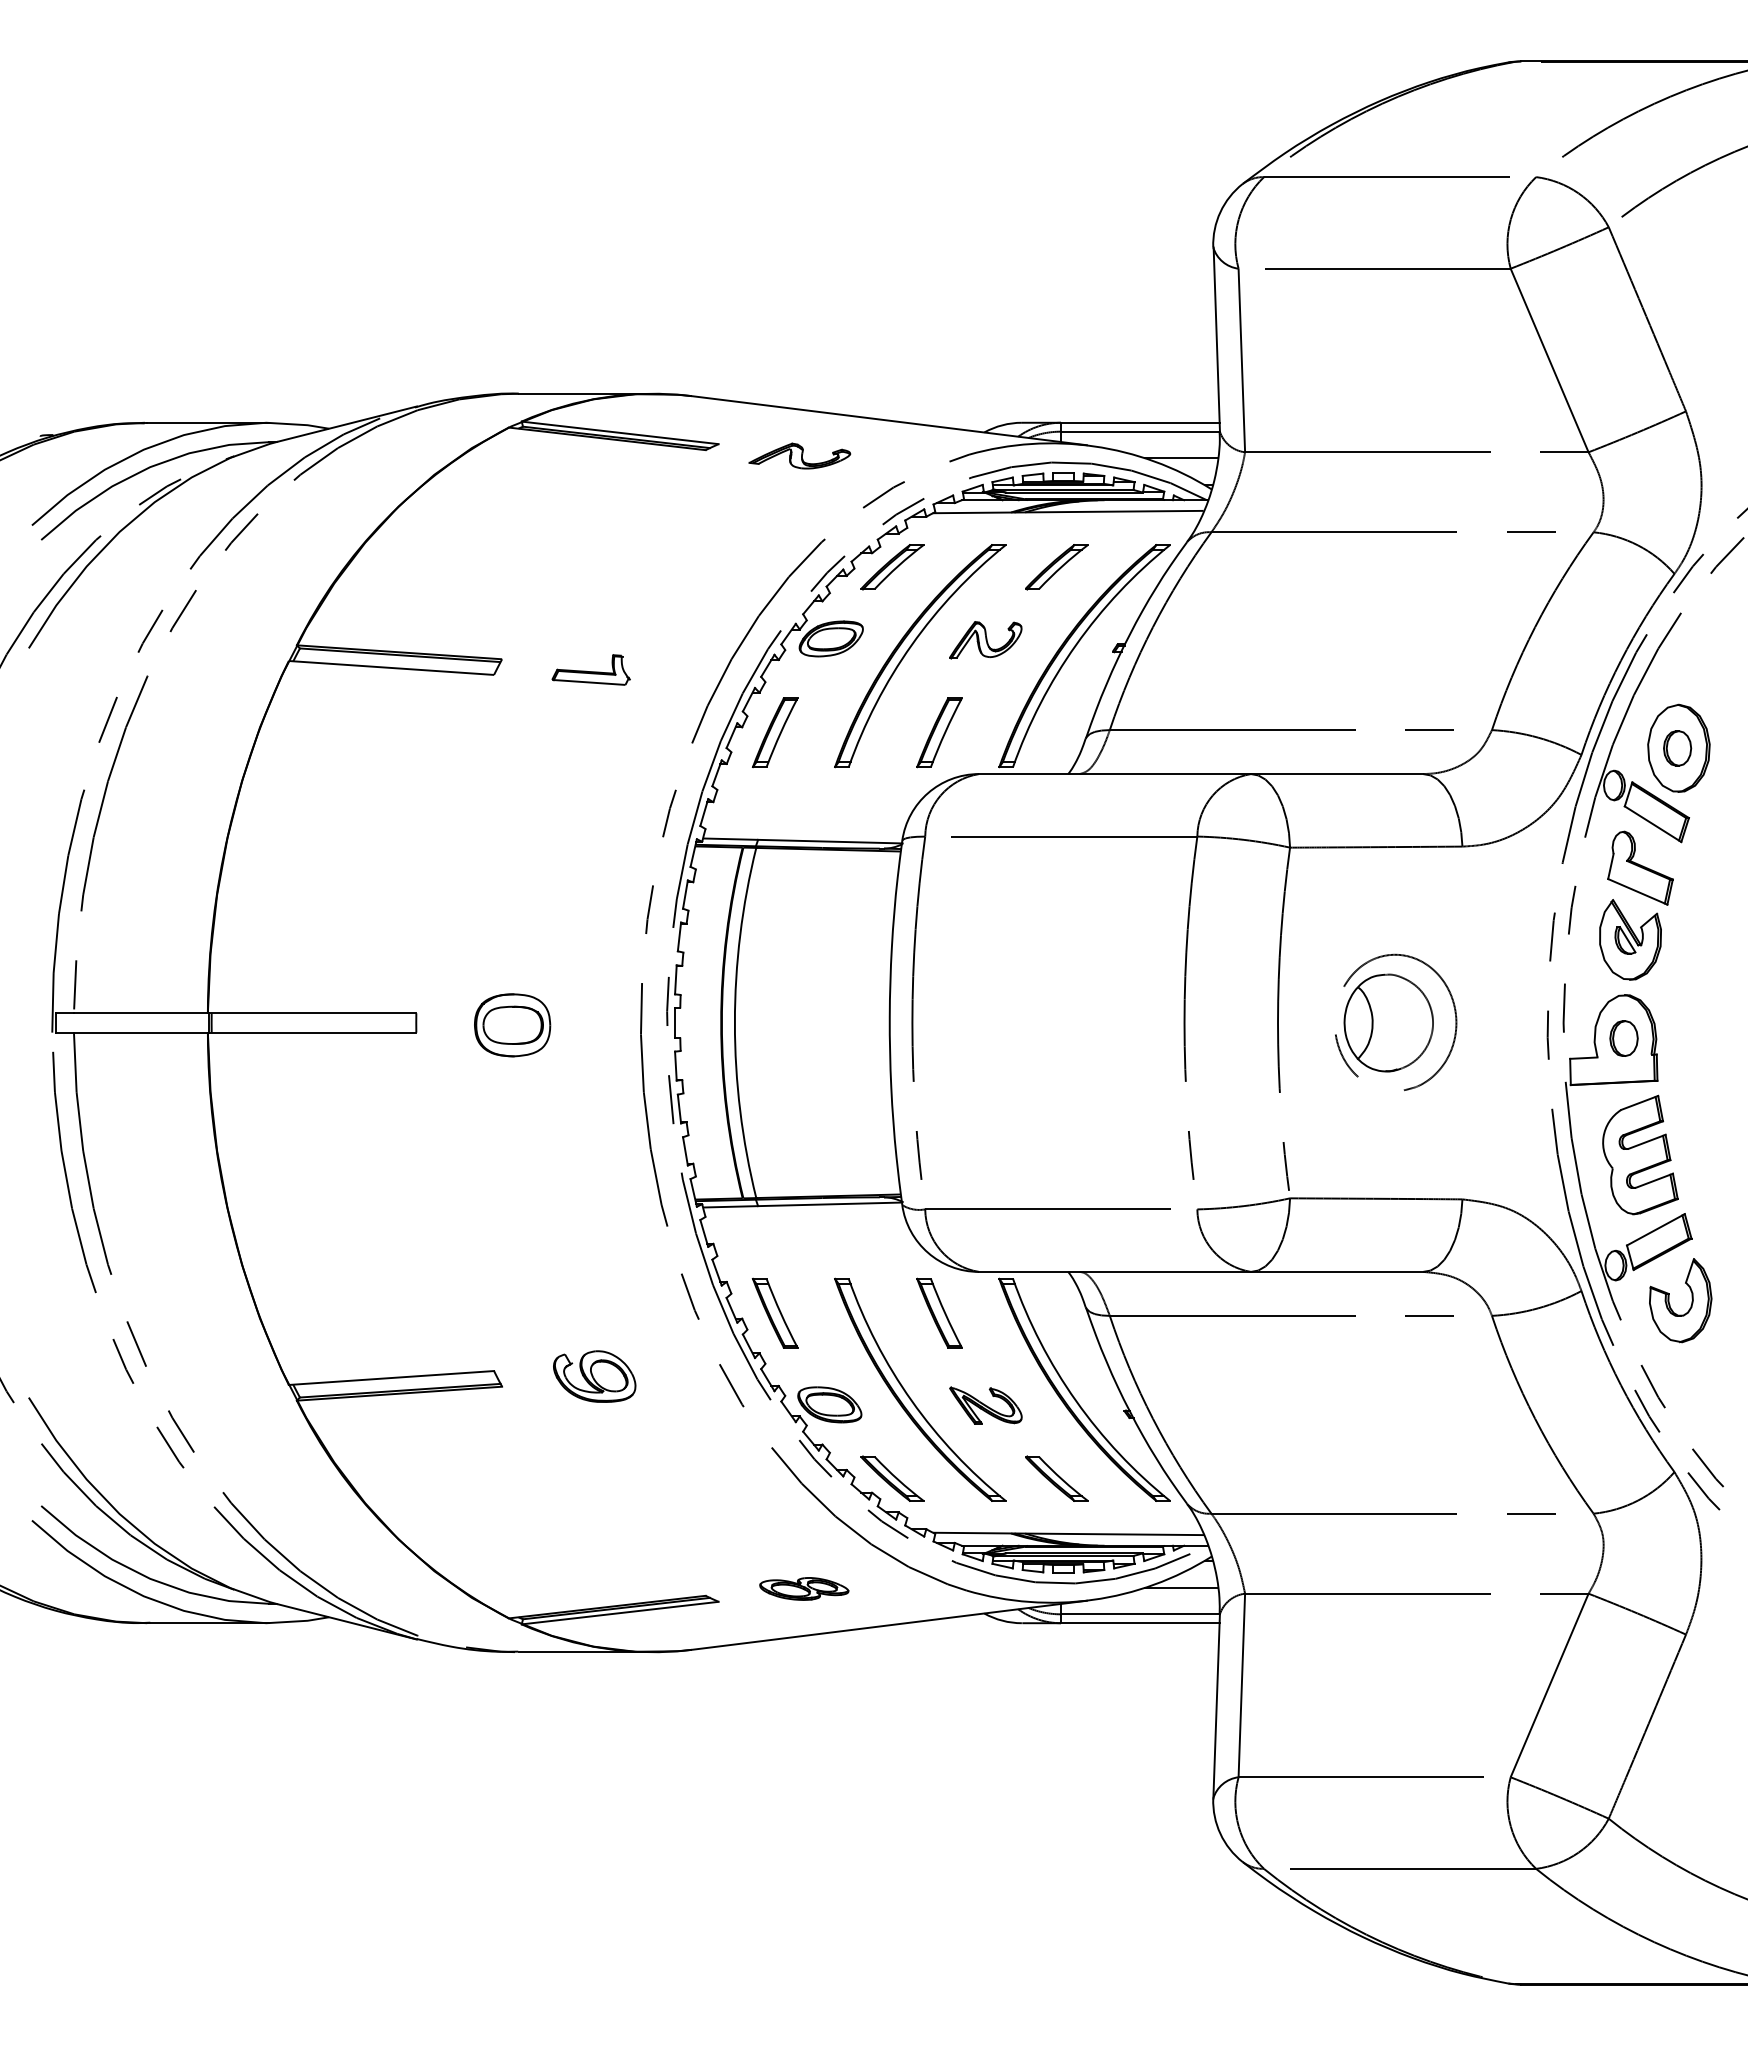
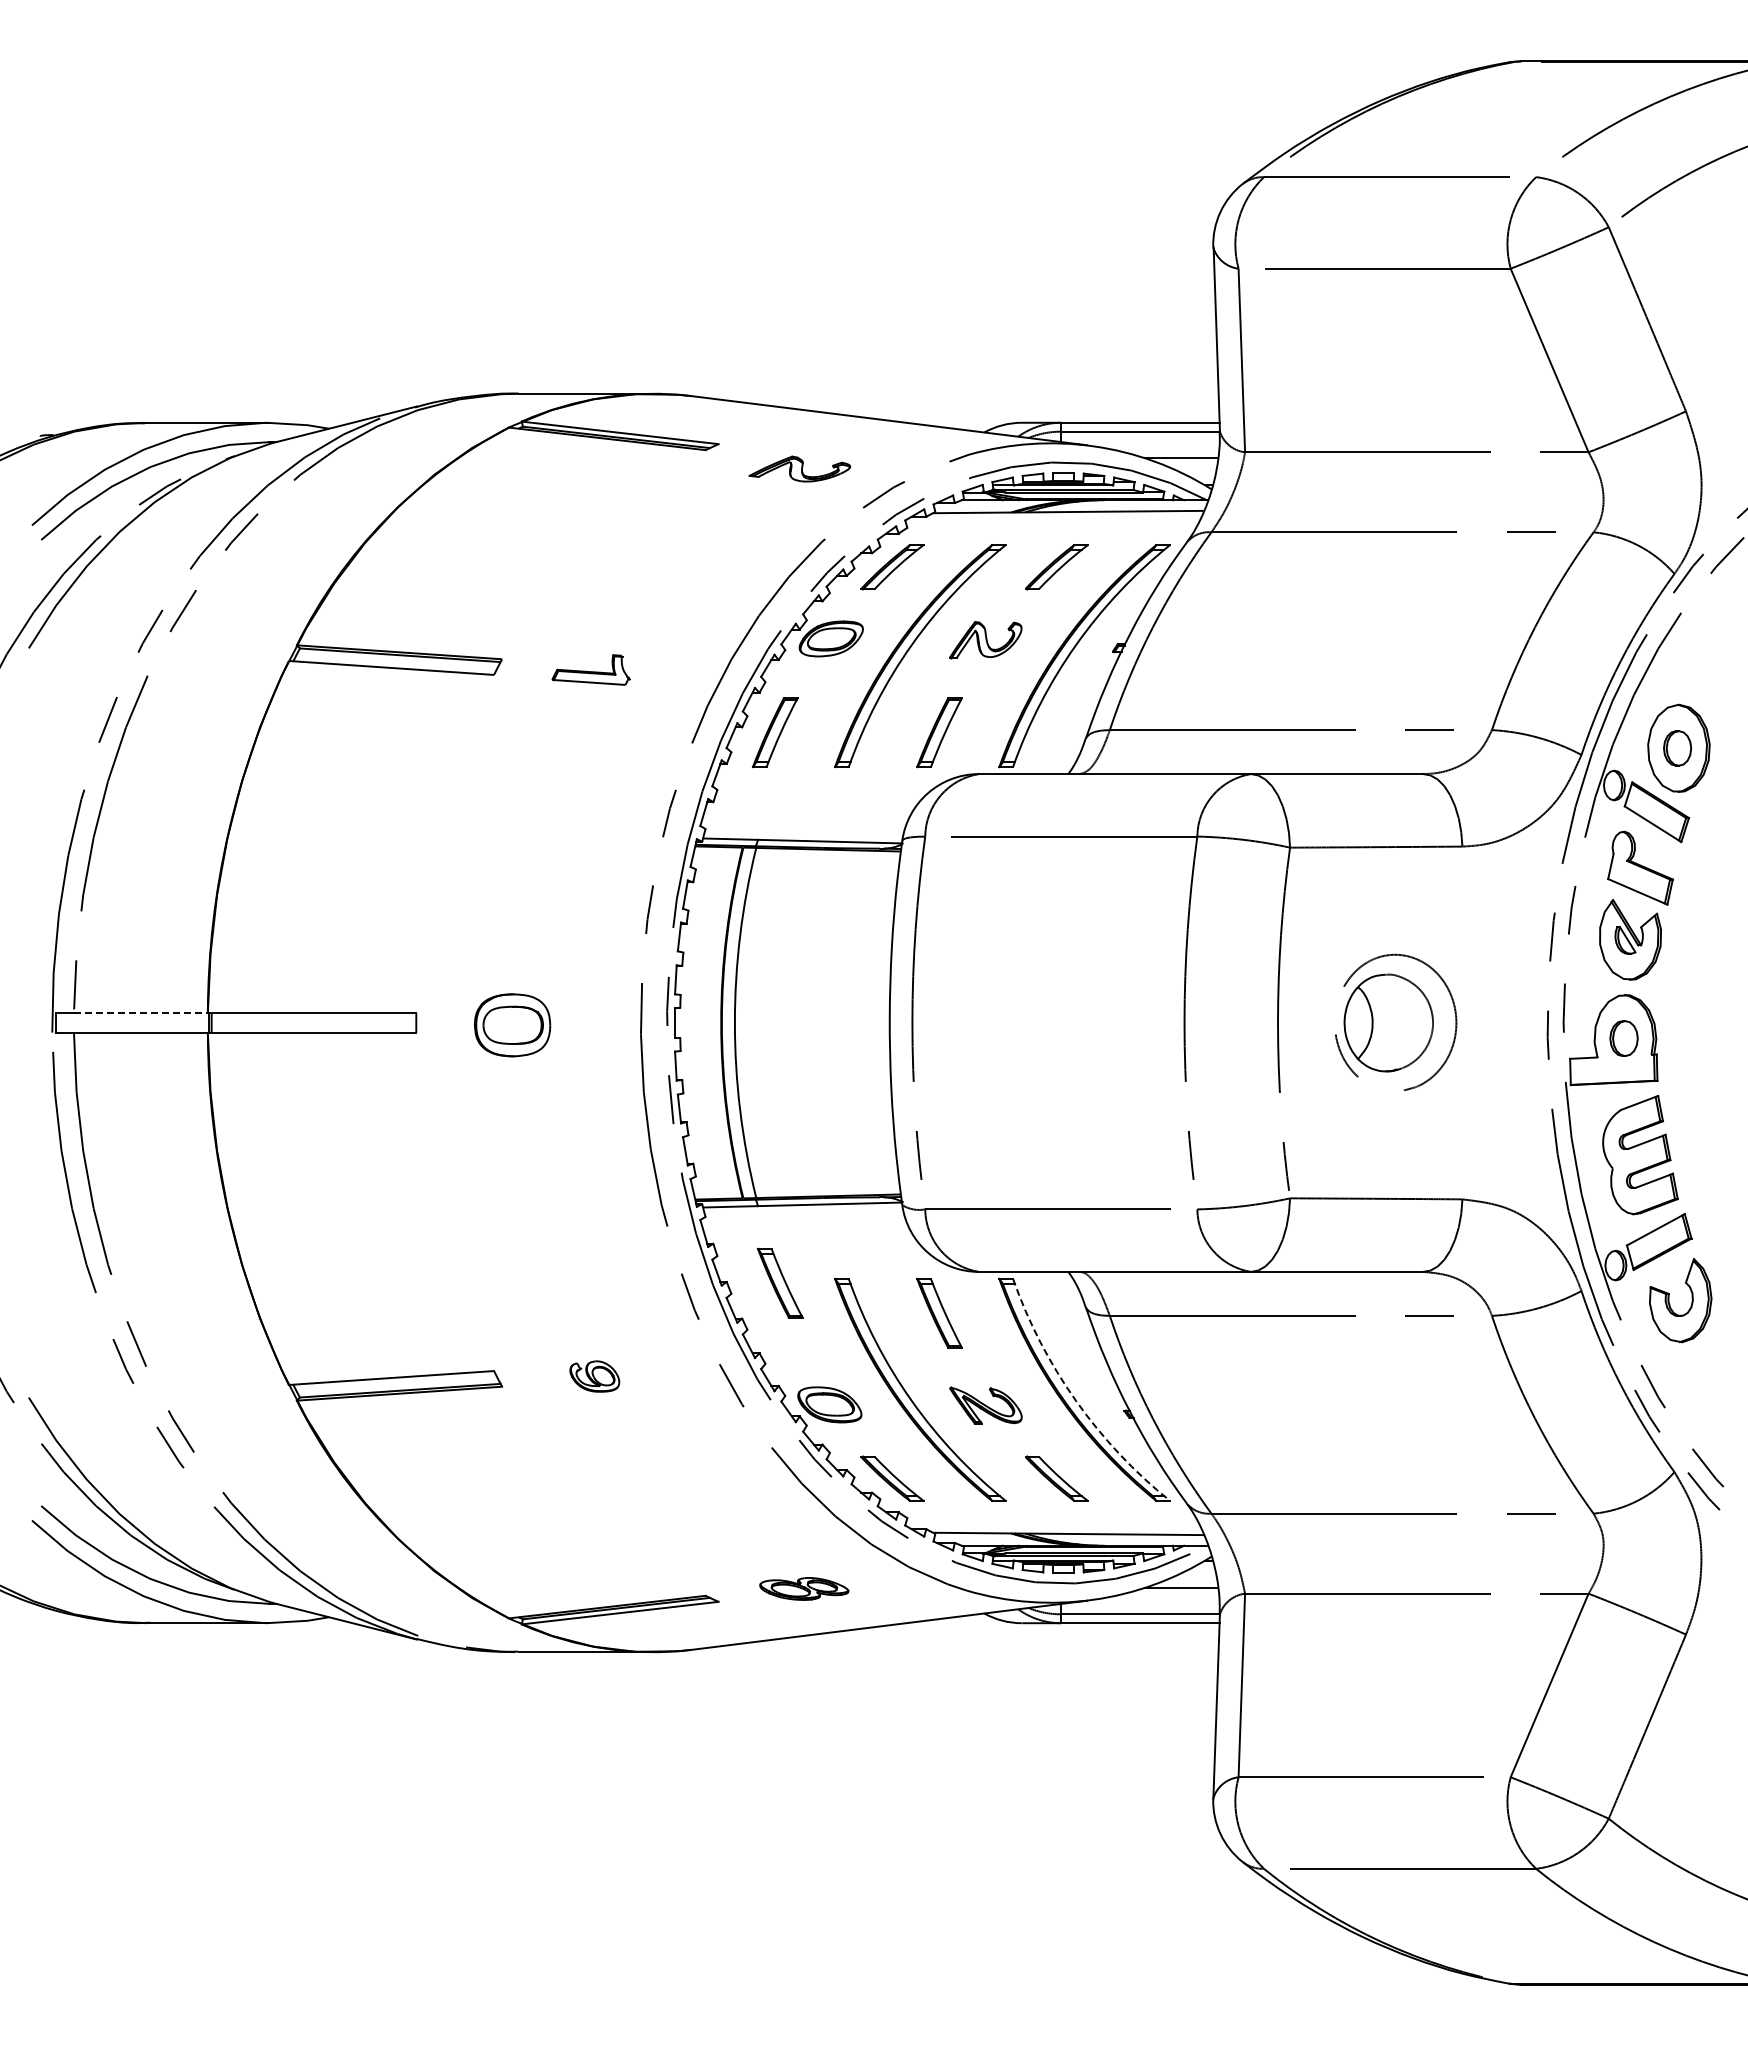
part at (799, 455) position: (799, 455) -> (799, 468)
line at (140, 1013): solid -> dashed
part at (774, 1312) position: (774, 1312) -> (779, 1282)
part at (594, 1376) size: 84x53 px -> 52x33 px
arc at (1076, 1400): solid -> dashed
